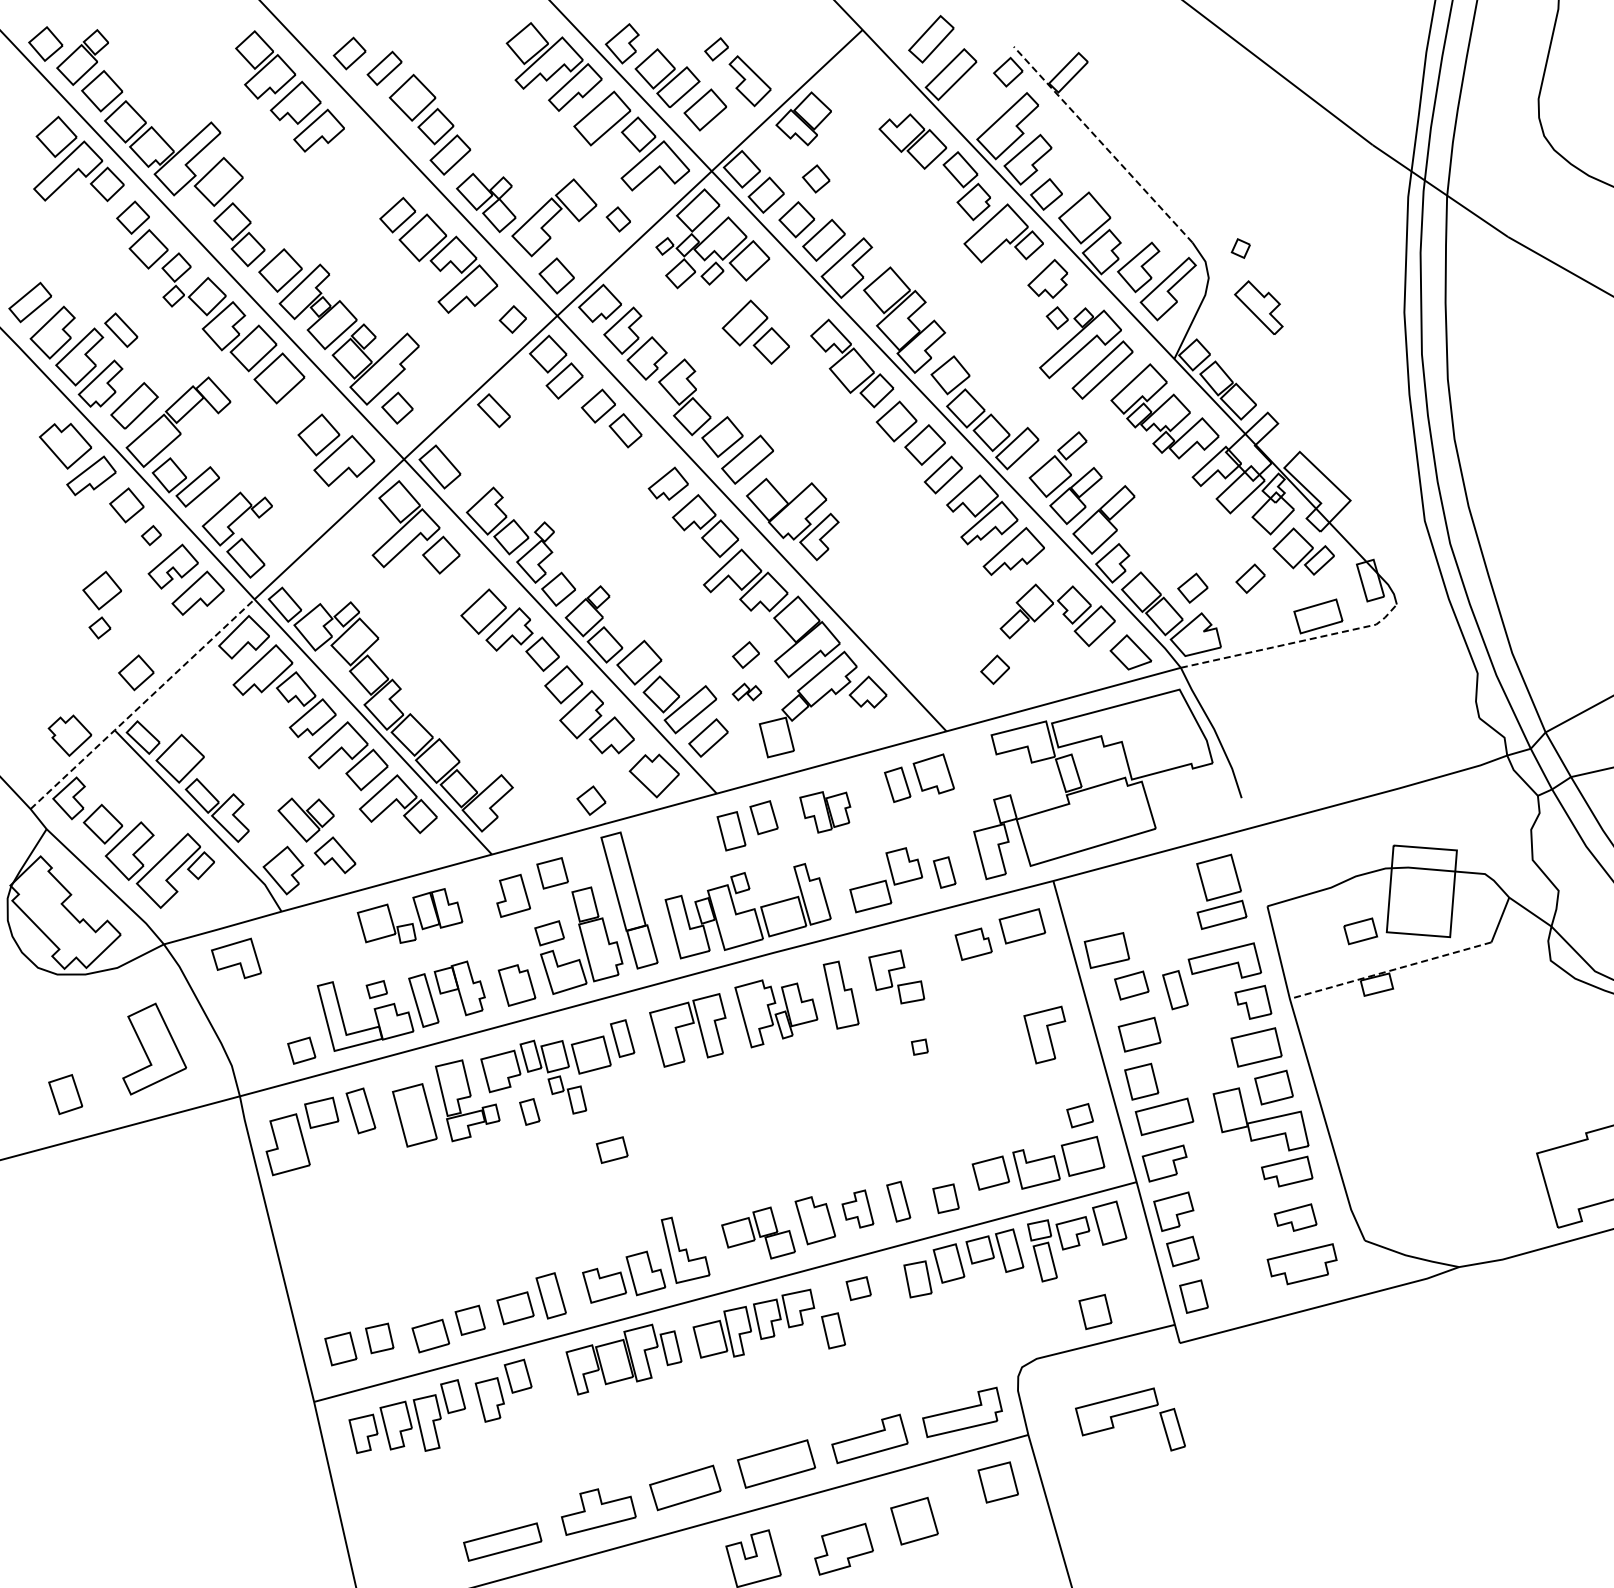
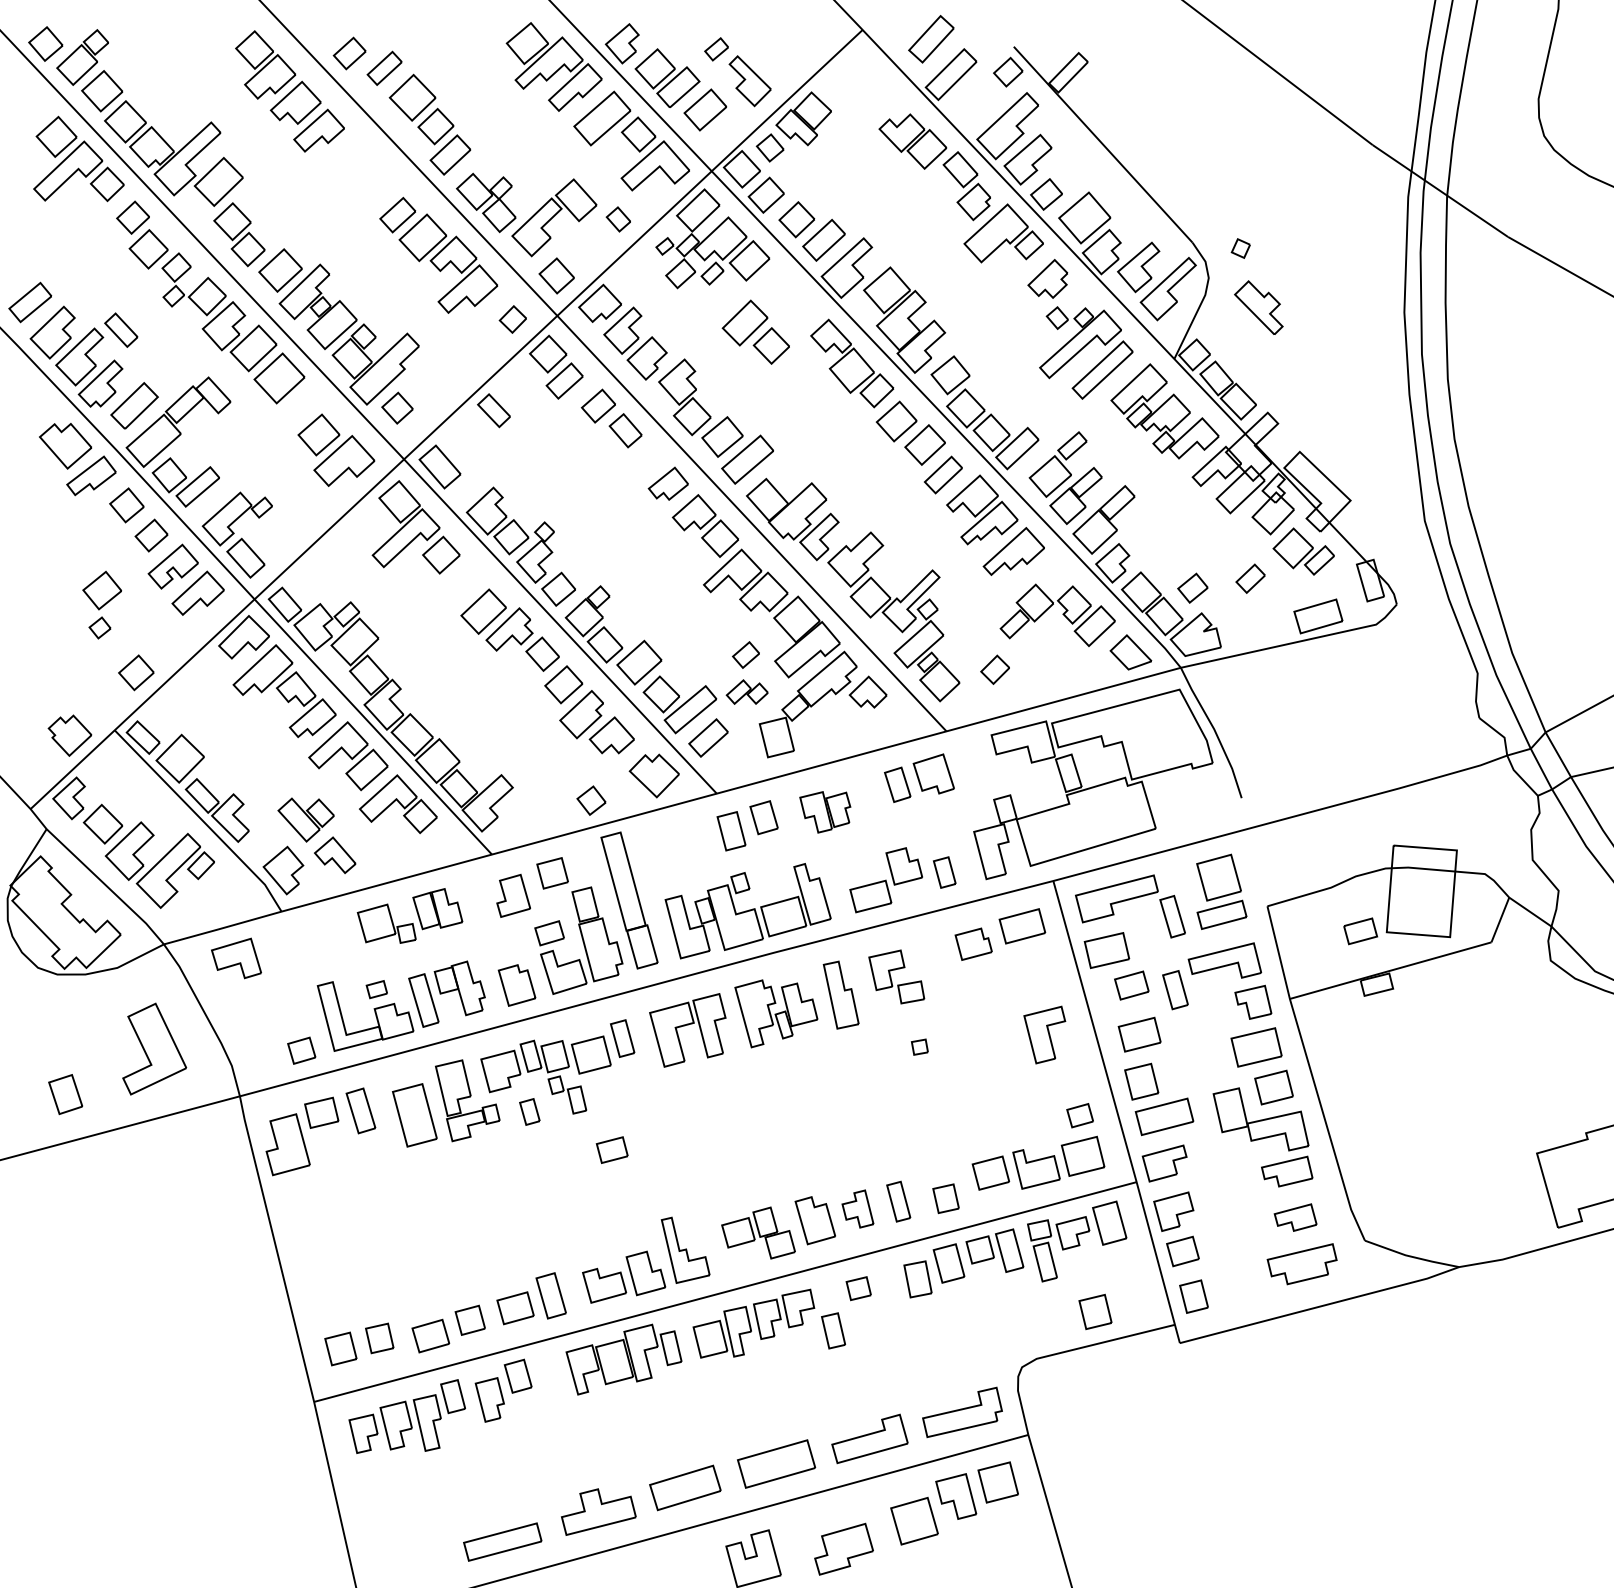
line at (1103, 144): dashed -> solid
part at (815, 178) position: (815, 178) -> (769, 147)
part at (151, 535) size: 21x22 px -> 35x35 px
part at (893, 616): none -> present
line at (1294, 642): dashed -> solid
part at (746, 691) size: 32x20 px -> 44x26 px
line at (142, 704): dashed -> solid
line at (1390, 970): dashed -> solid
part at (1129, 1413) position: (1129, 1413) -> (1129, 900)
part at (956, 1496): none -> present
